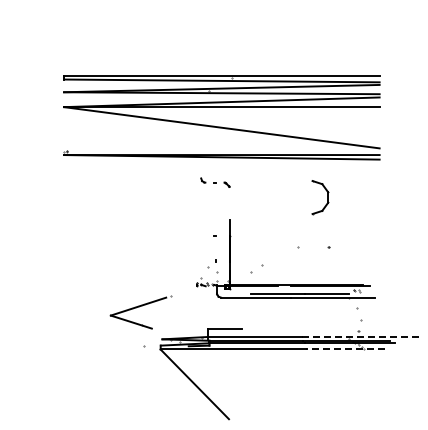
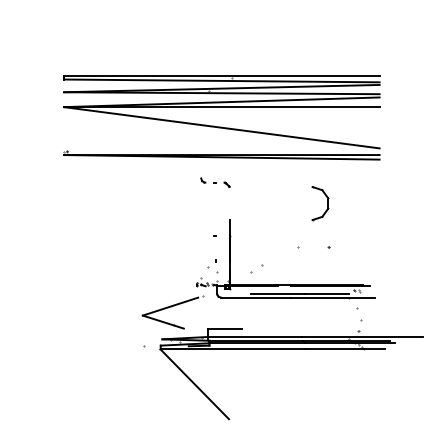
part at (327, 197) position: (327, 197) -> (327, 203)
part at (140, 312) position: (140, 312) -> (172, 312)
line at (362, 336): dashed -> solid
line at (345, 349): dashed -> solid
